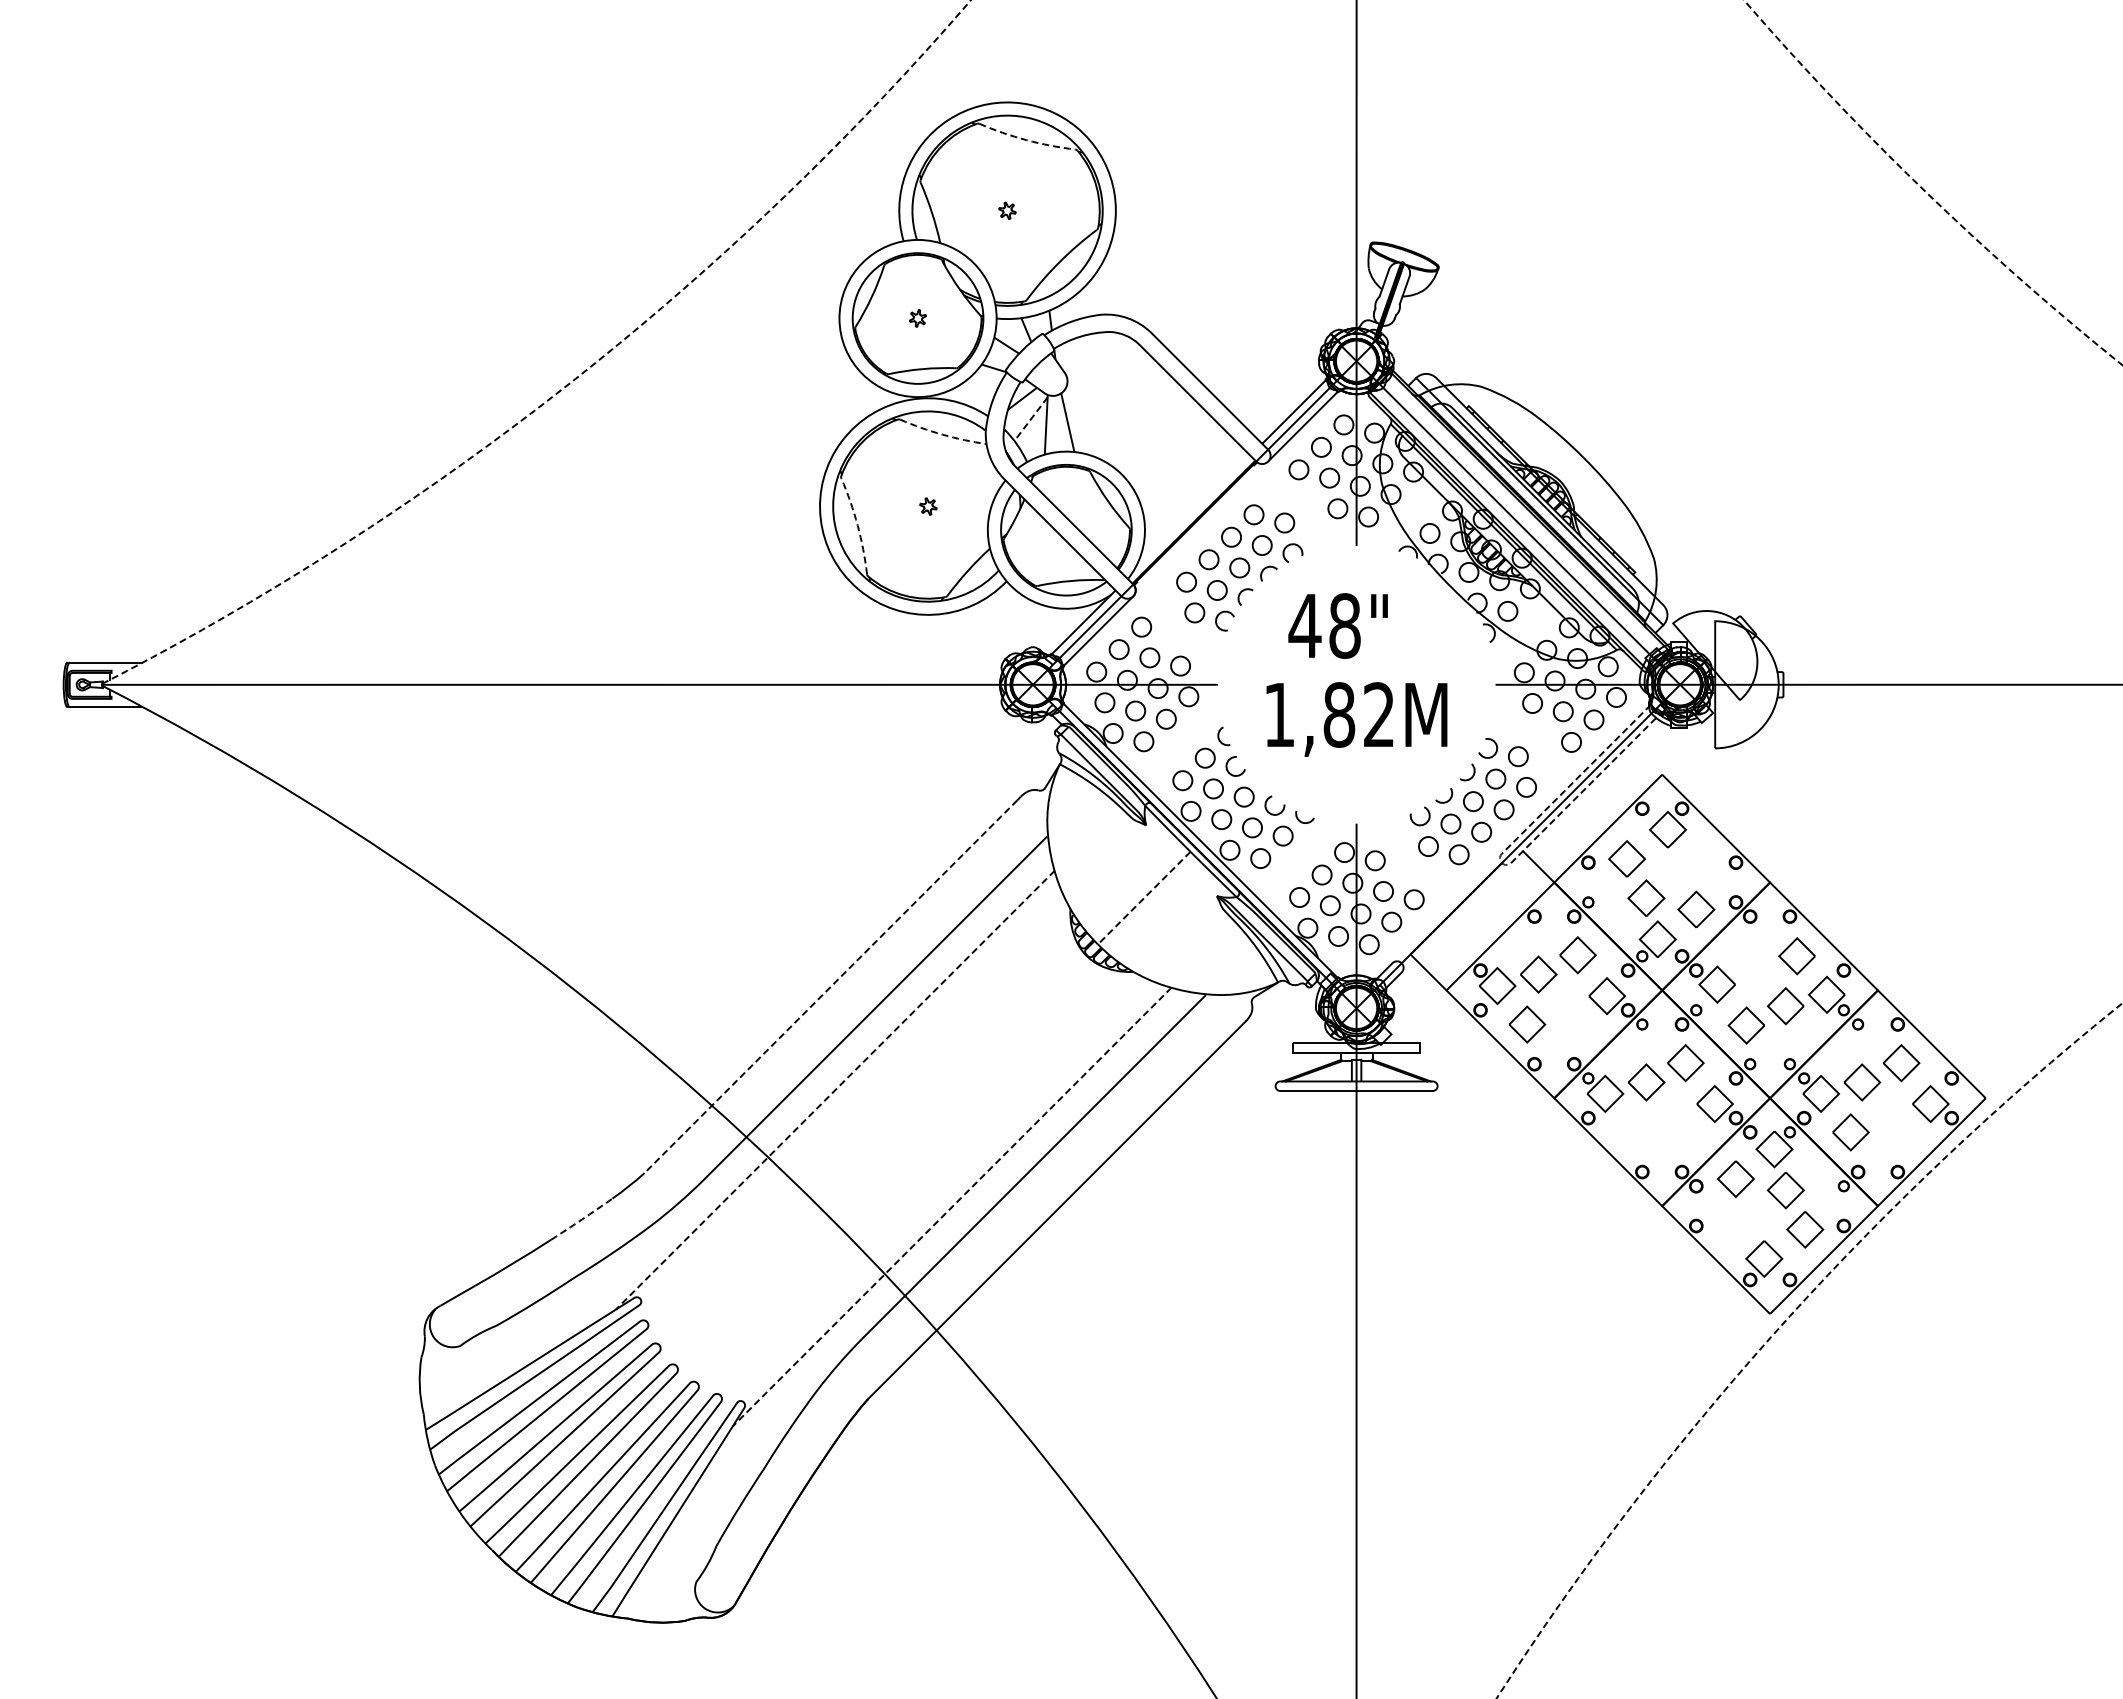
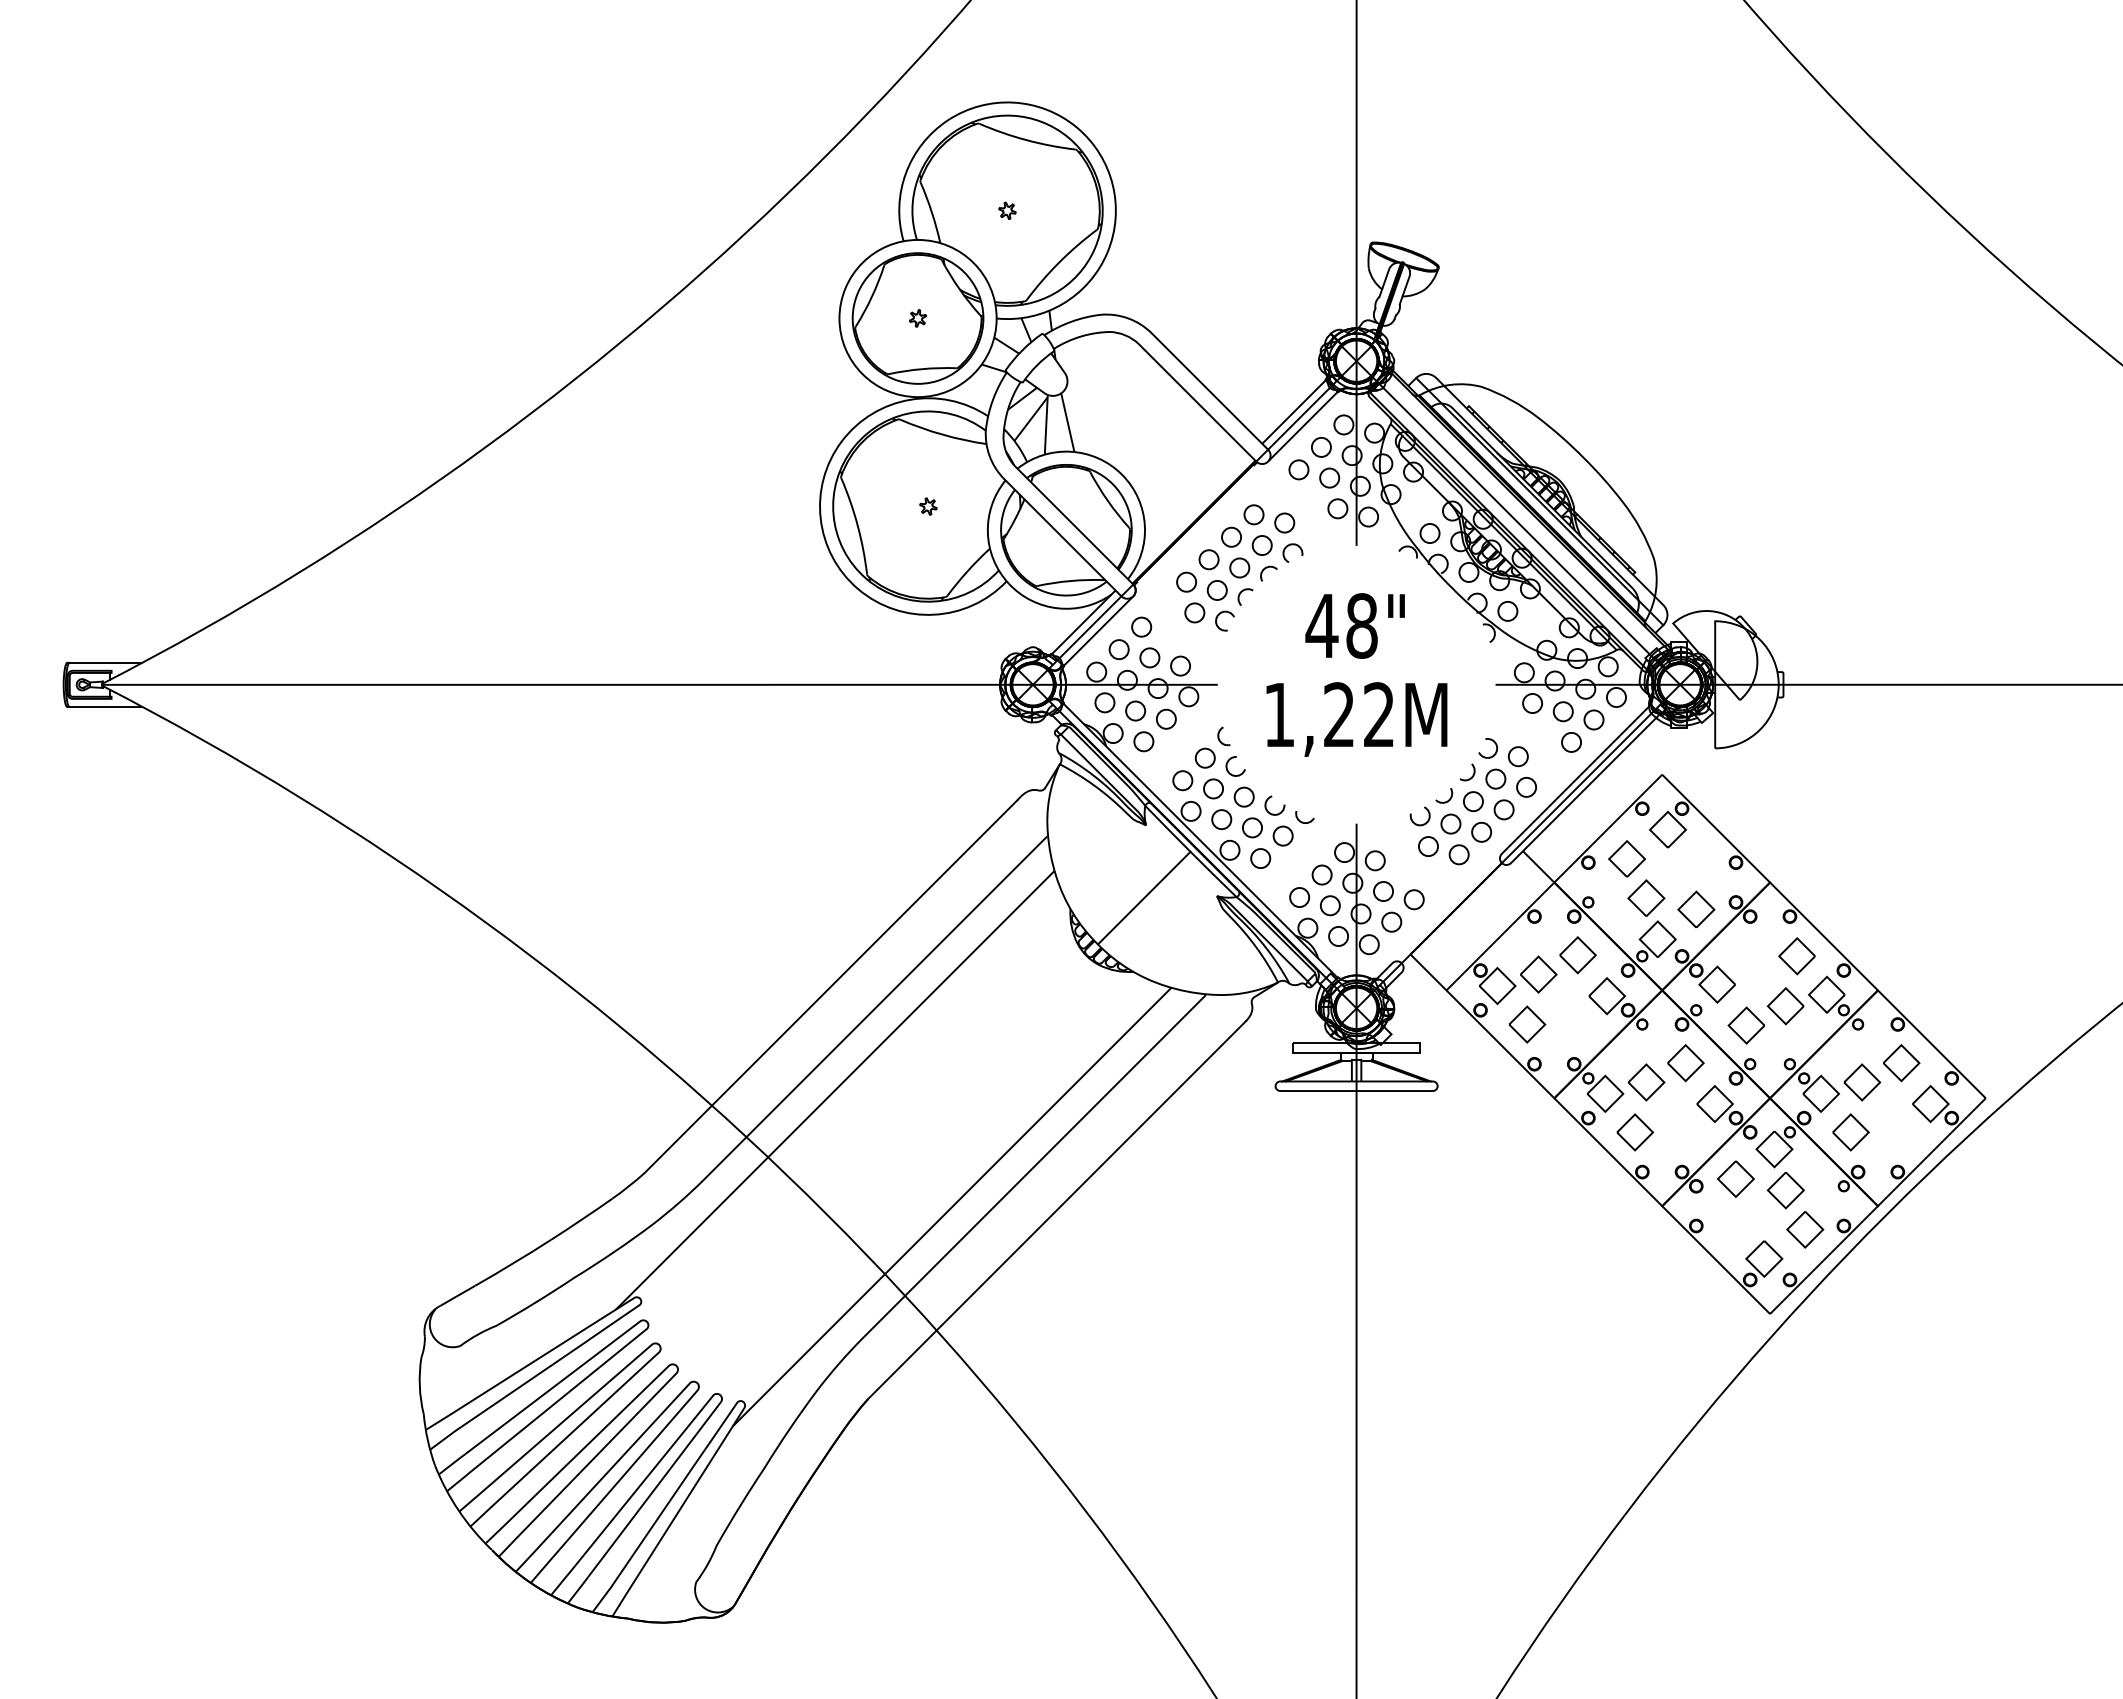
arc at (1026, 140): dashed -> solid
line at (1925, 191): dashed -> solid
line at (571, 382): dashed -> solid
line at (1030, 419): dashed -> solid
arc at (942, 434): dashed -> solid
arc at (857, 525): dashed -> solid
text at (1337, 625) position: (1337, 625) -> (1354, 625)
text at (1339, 714): 1,82M -> 1,22M
line at (1501, 863): dashed -> solid
line at (1144, 898): dashed -> solid
line at (830, 986): dashed -> solid
line at (835, 1090): dashed -> solid
part at (1635, 1132): none -> present
line at (951, 1207): dashed -> solid
arc at (582, 1219): dashed -> solid
line at (1782, 1324): dashed -> solid
